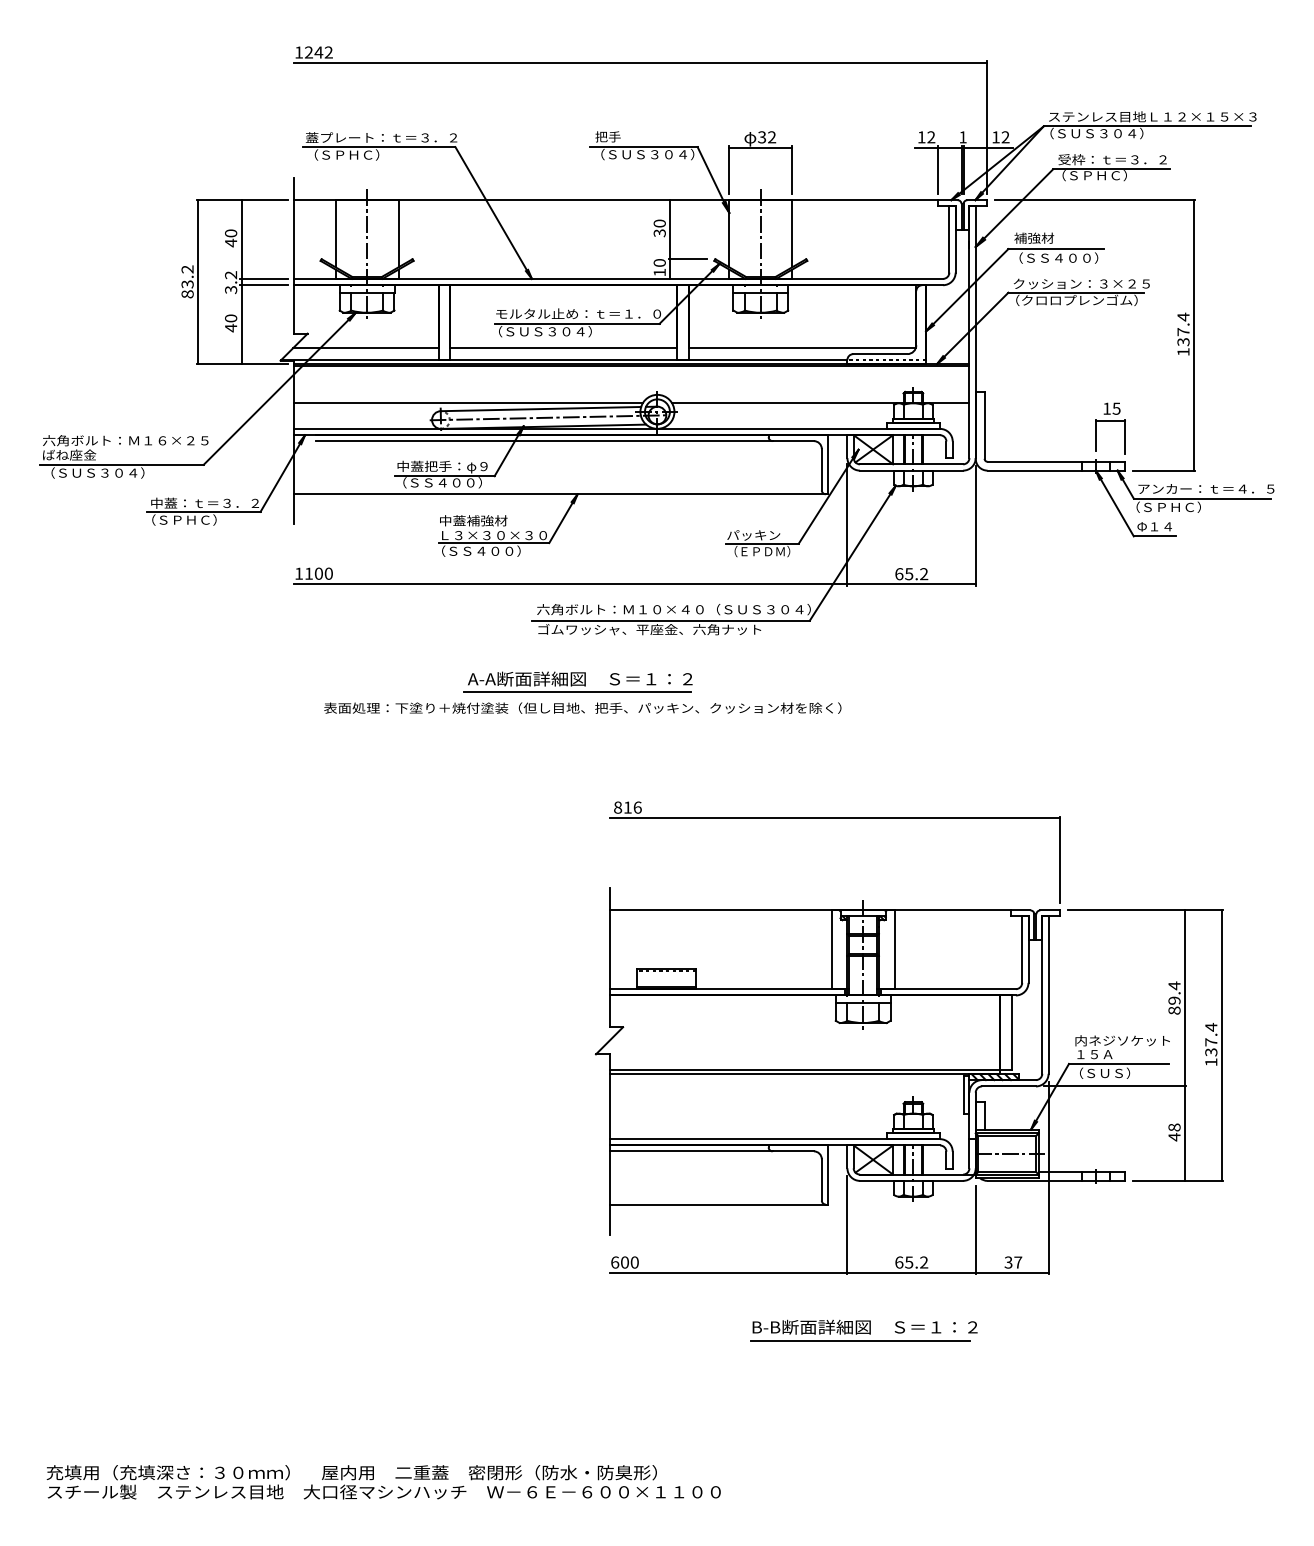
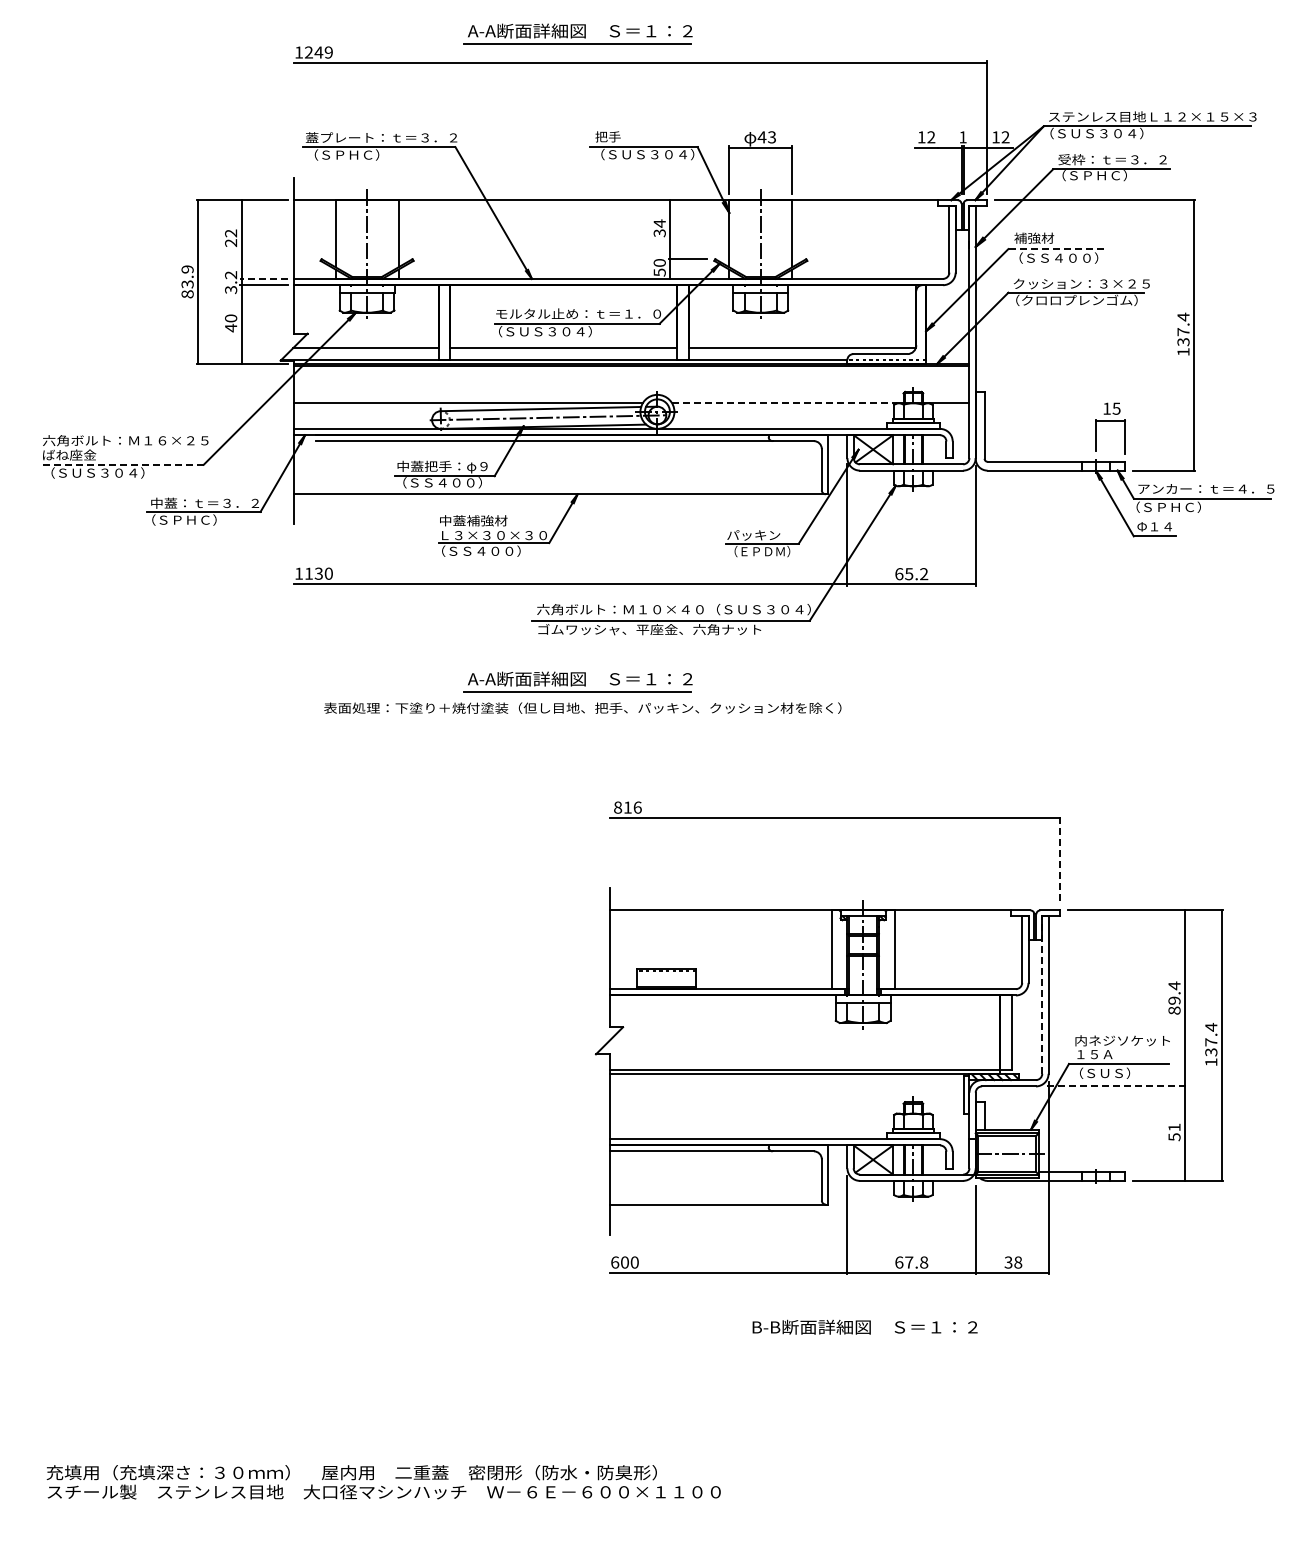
part at (577, 33): none -> present
text at (328, 52): 1242 -> 1249
text at (766, 137): 32 -> 43
line at (937, 169): present -> none
text at (659, 223): 30 -> 34
text at (231, 238): 40 -> 22
line at (1056, 249): solid -> dashed
text at (187, 269): 83.2 -> 83.9
text at (659, 272): 10 -> 50
line at (263, 278): solid -> dashed
line at (784, 403): solid -> dashed
line at (121, 464): solid -> dashed
text at (318, 573): 1100 -> 1130
line at (1059, 859): solid -> dashed
line at (1042, 995): solid -> dashed
line at (1114, 1086): solid -> dashed
text at (1174, 1132): 48 -> 51
text at (916, 1262): 65.2 -> 67.8
text at (1018, 1262): 37 -> 38
line at (860, 1340): present -> none
